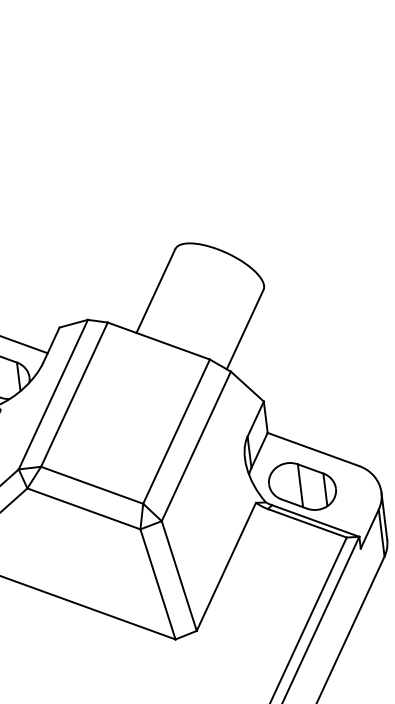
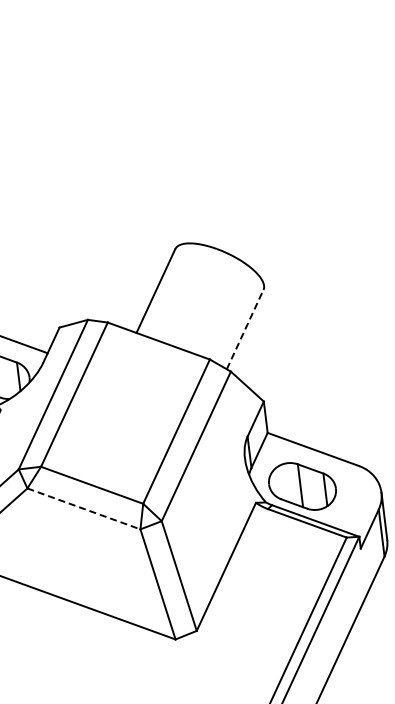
line at (245, 329): solid -> dashed
line at (84, 509): solid -> dashed
